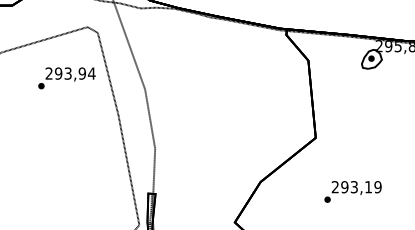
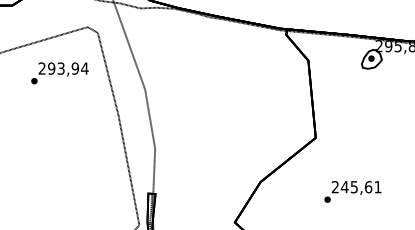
text at (66, 78) position: (66, 78) -> (59, 73)
text at (360, 187): 293,19 -> 245,61
